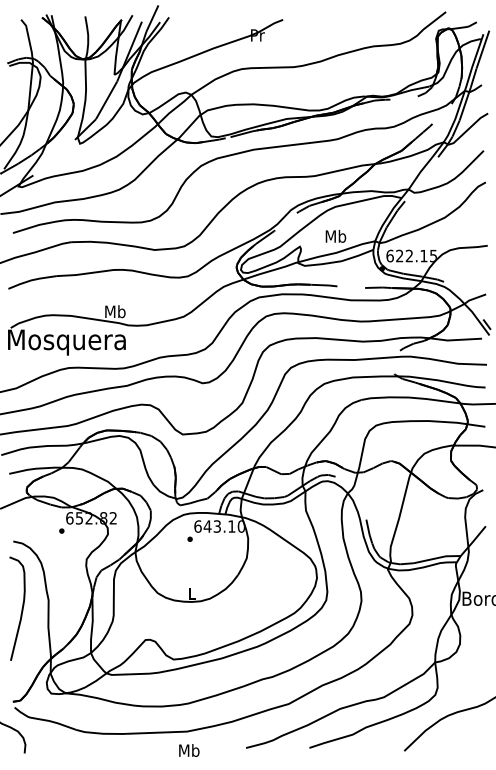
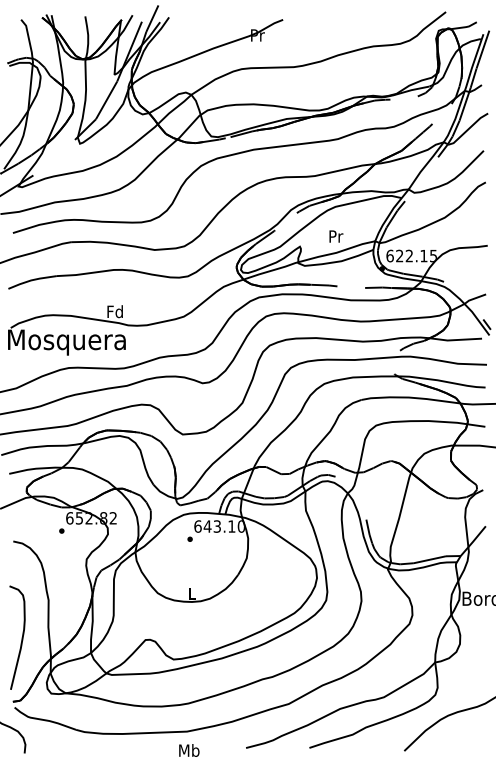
text at (335, 235): Mb -> Pr
text at (115, 311): Mb -> Fd
curve at (21, 608) position: (21, 608) -> (21, 637)
